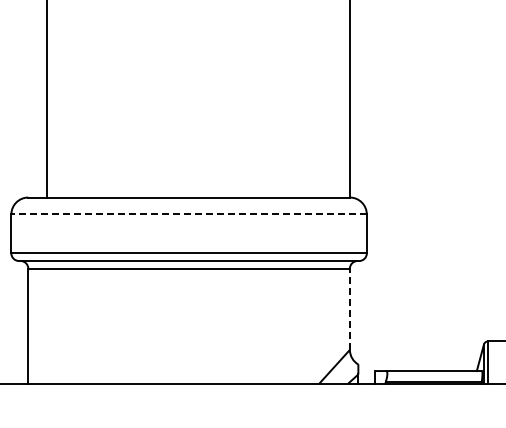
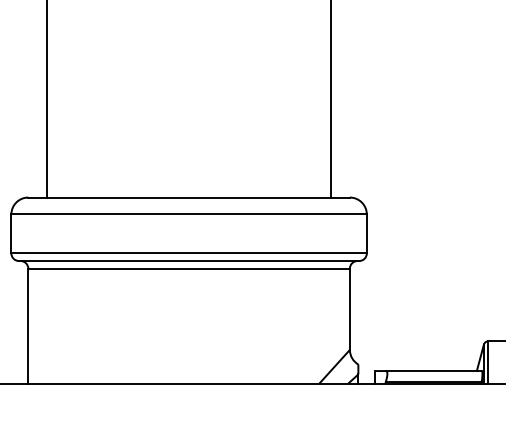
line at (350, 99) position: (350, 99) -> (331, 99)
line at (189, 214): dashed -> solid
line at (349, 309): dashed -> solid
